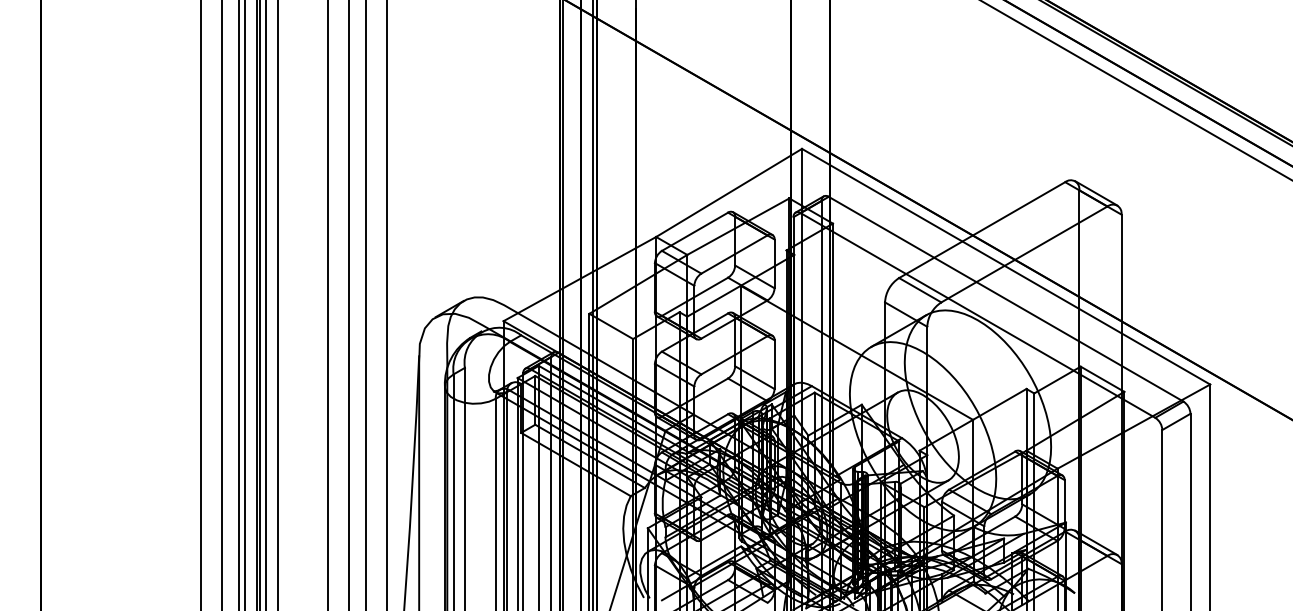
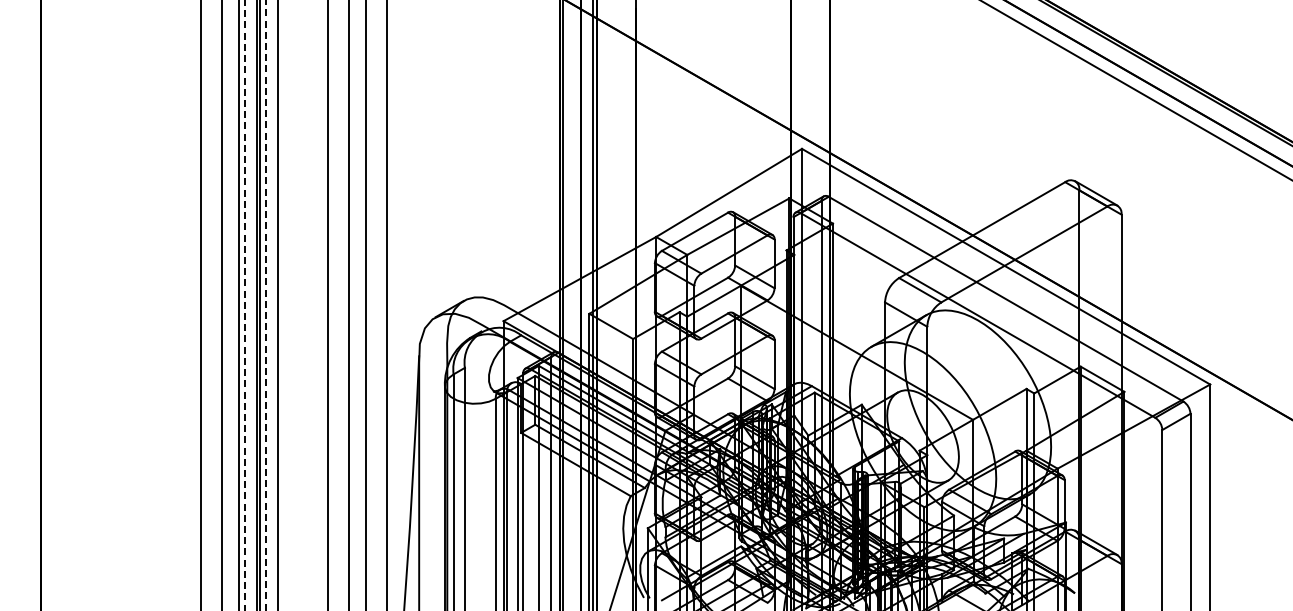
line at (265, 304): solid -> dashed
line at (244, 305): solid -> dashed
